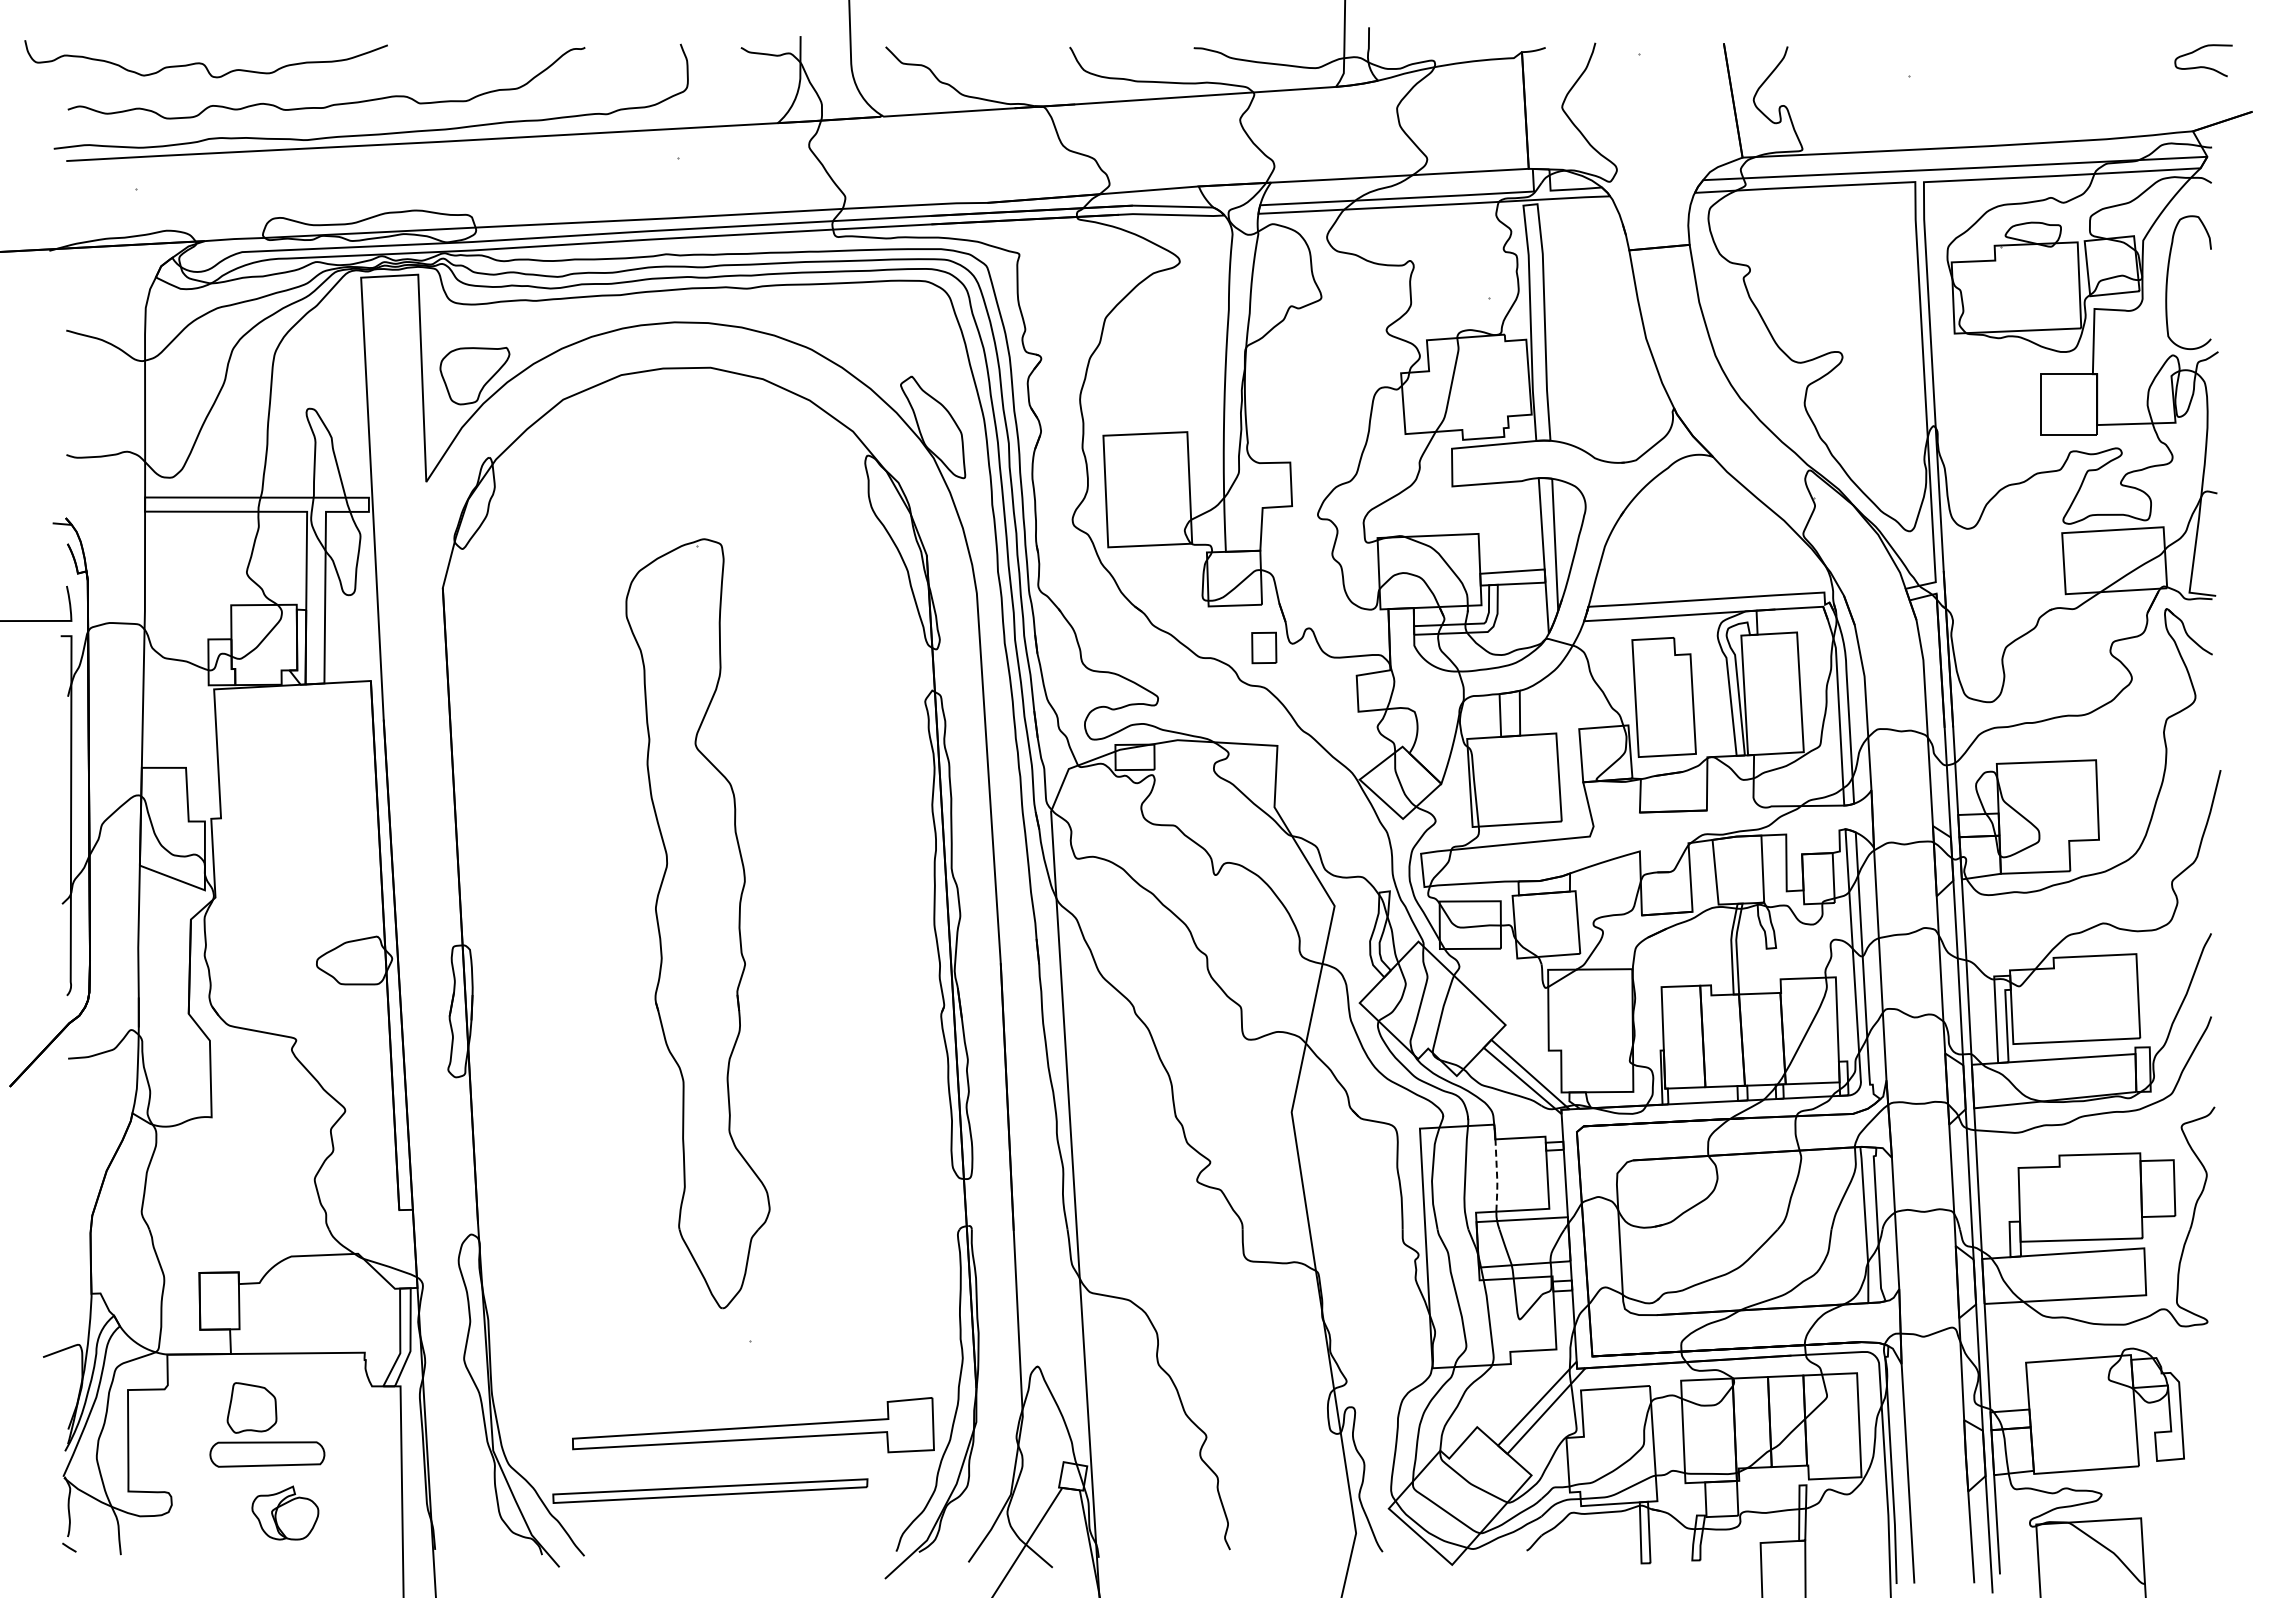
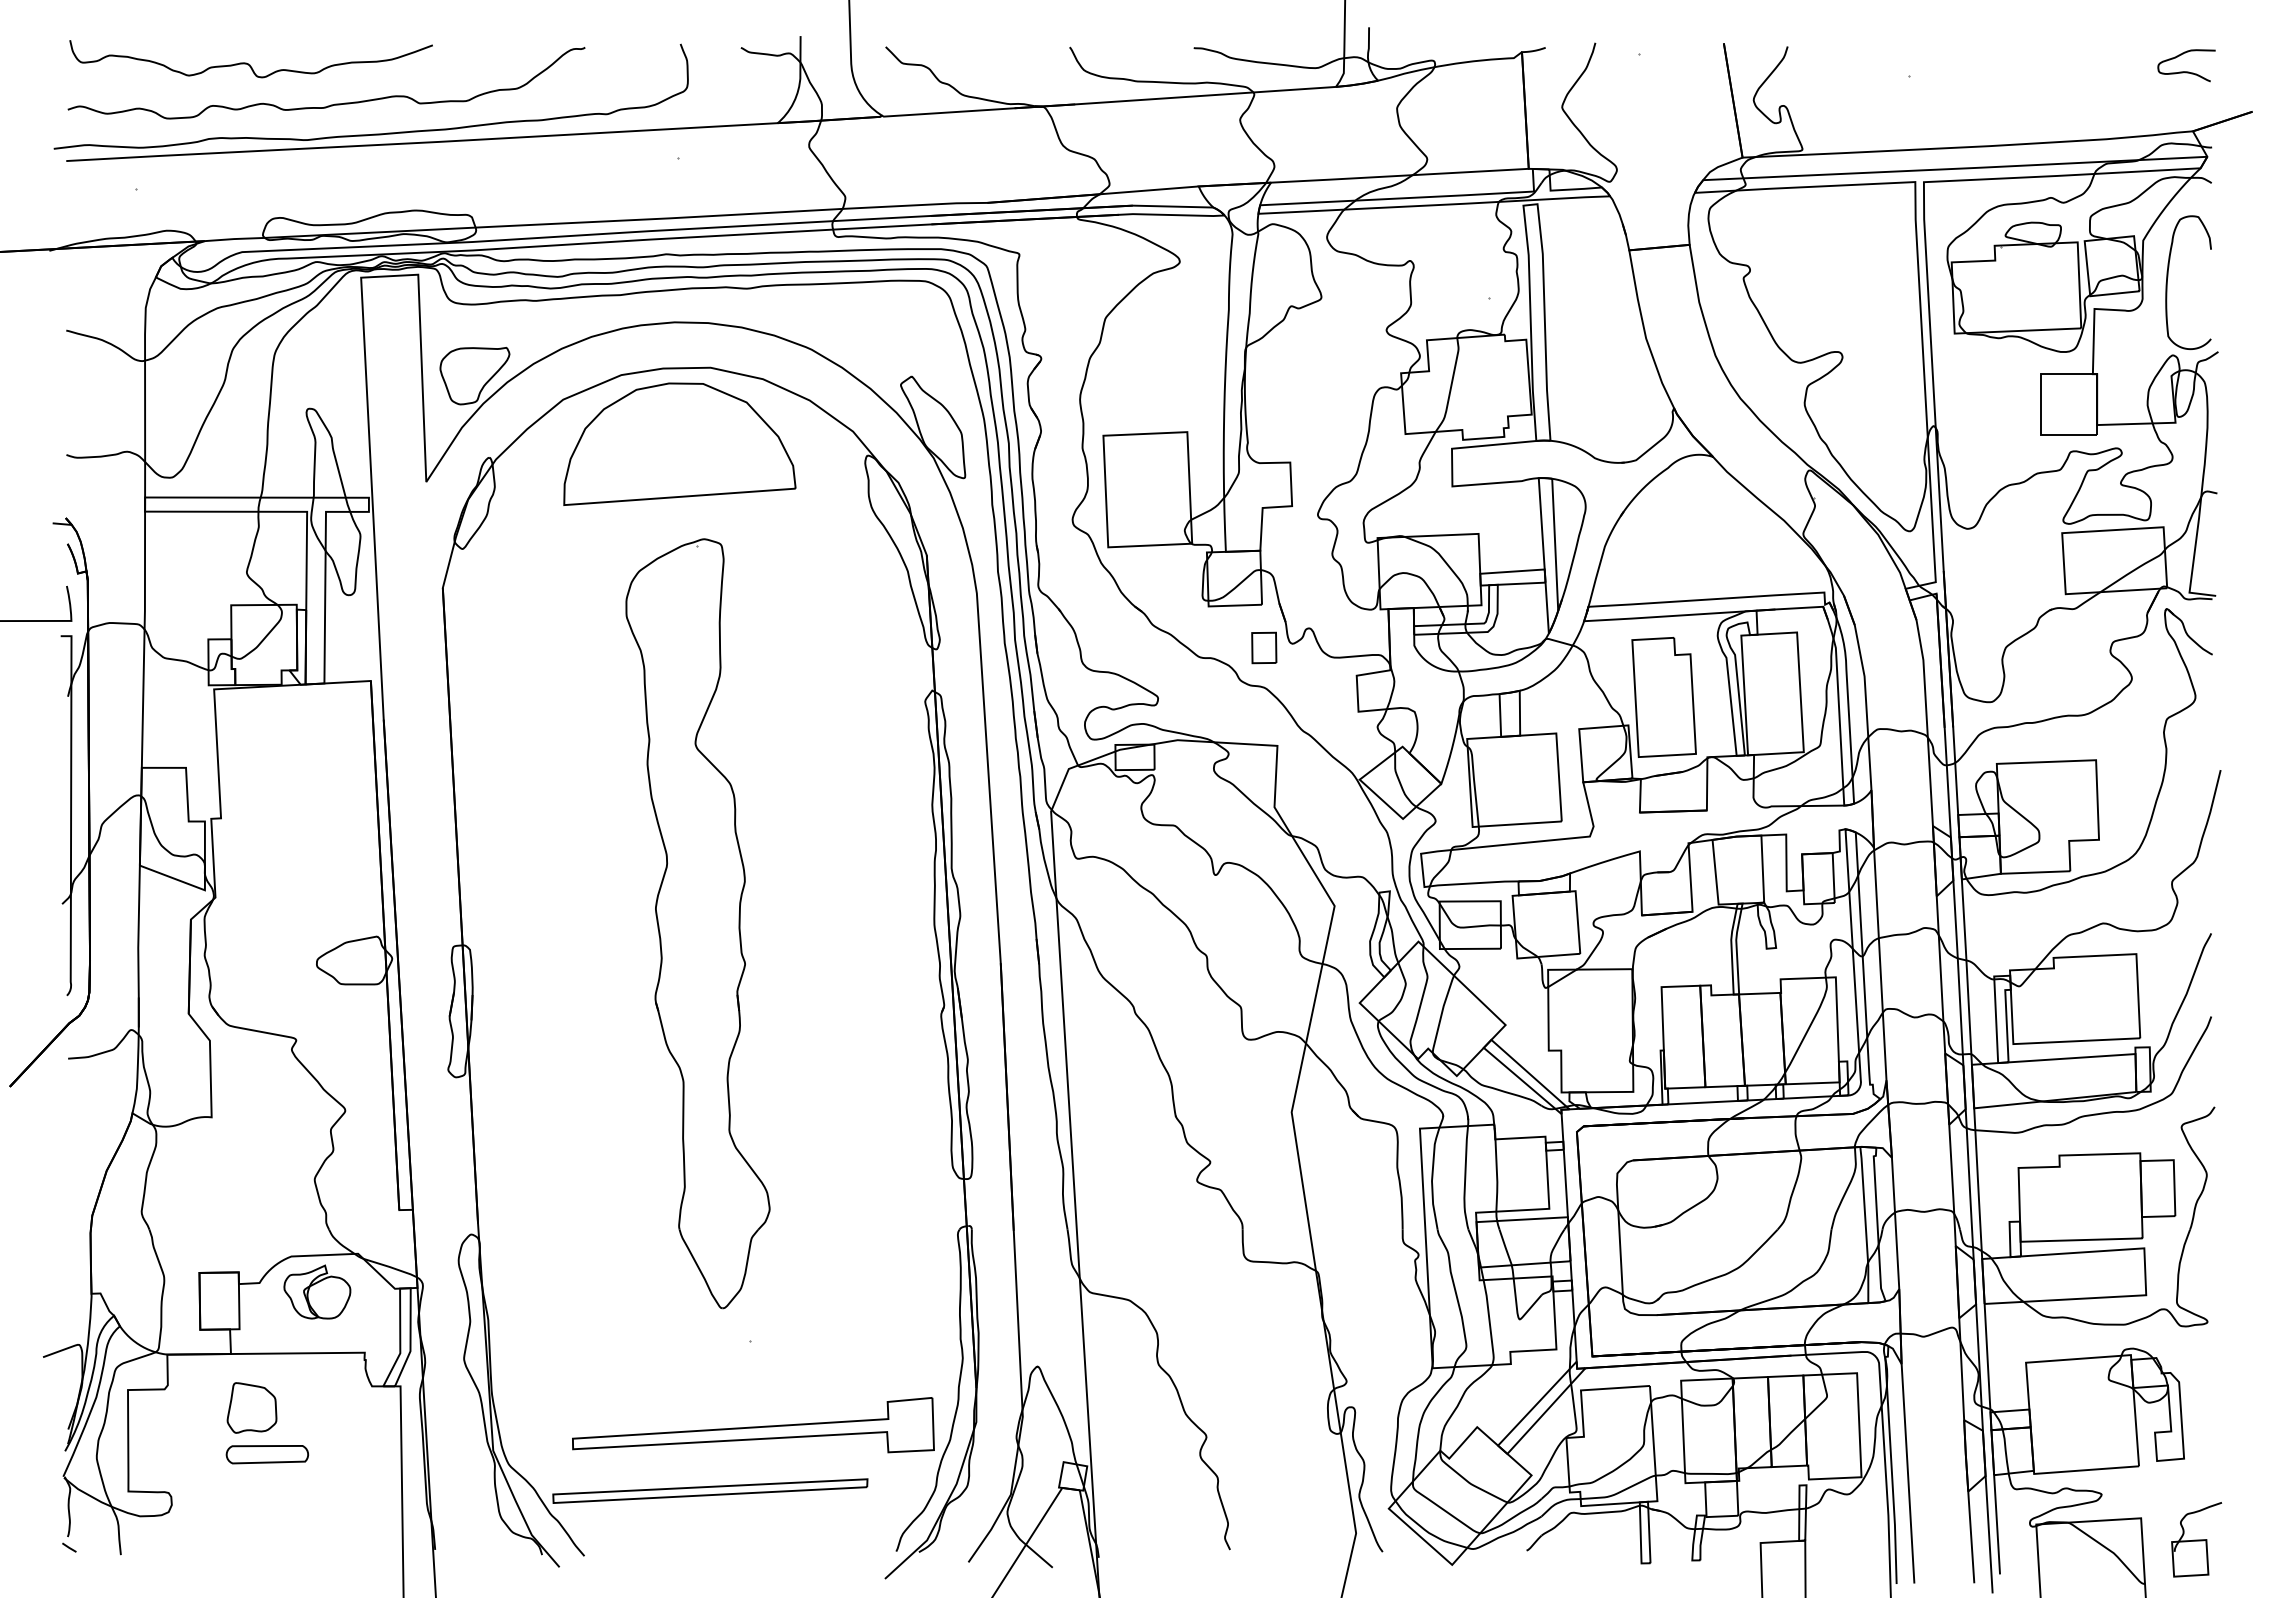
curve at (203, 63) position: (203, 63) -> (248, 63)
curve at (2203, 66) position: (2203, 66) -> (2186, 71)
part at (679, 443): none -> present
line at (1497, 1177): dashed -> solid
part at (267, 1454) size: 117x27 px -> 85x20 px
part at (285, 1512) position: (285, 1512) -> (317, 1291)
part at (2196, 1539): none -> present
